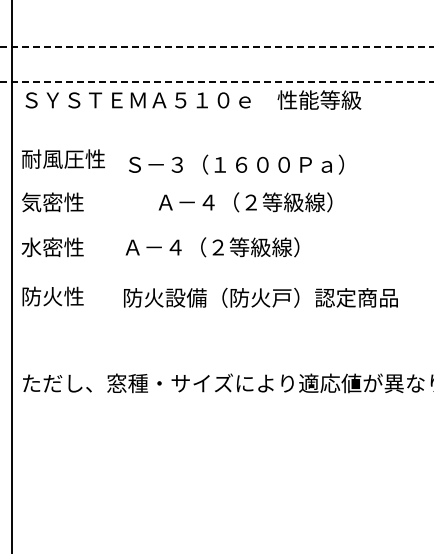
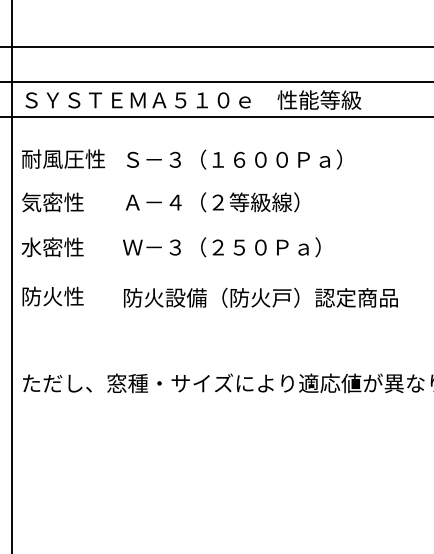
line at (217, 46): dashed -> solid
line at (217, 81): dashed -> solid
line at (216, 117): none -> present
text at (236, 164) position: (236, 164) -> (234, 159)
text at (245, 202) position: (245, 202) -> (212, 202)
text at (221, 247): Ａ－４（２等級線） -> Ｗ－３（２５０Ｐａ）
